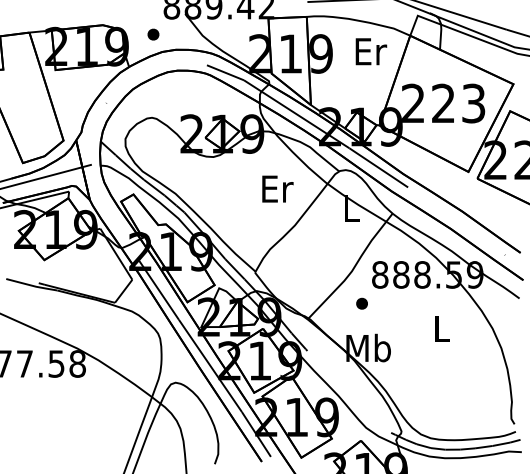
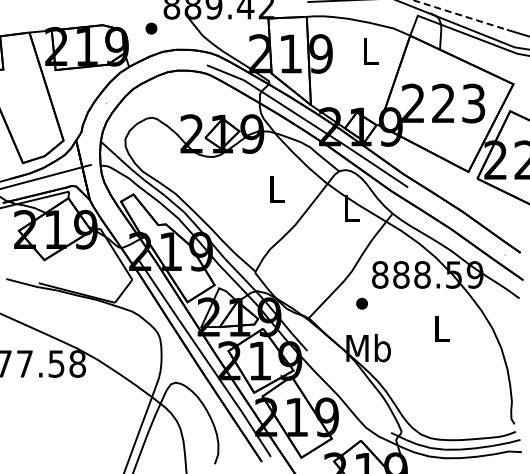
line at (460, 15): solid -> dashed
part at (153, 34) position: (153, 34) -> (151, 28)
text at (371, 51): Er -> L
text at (277, 188): Er -> L
